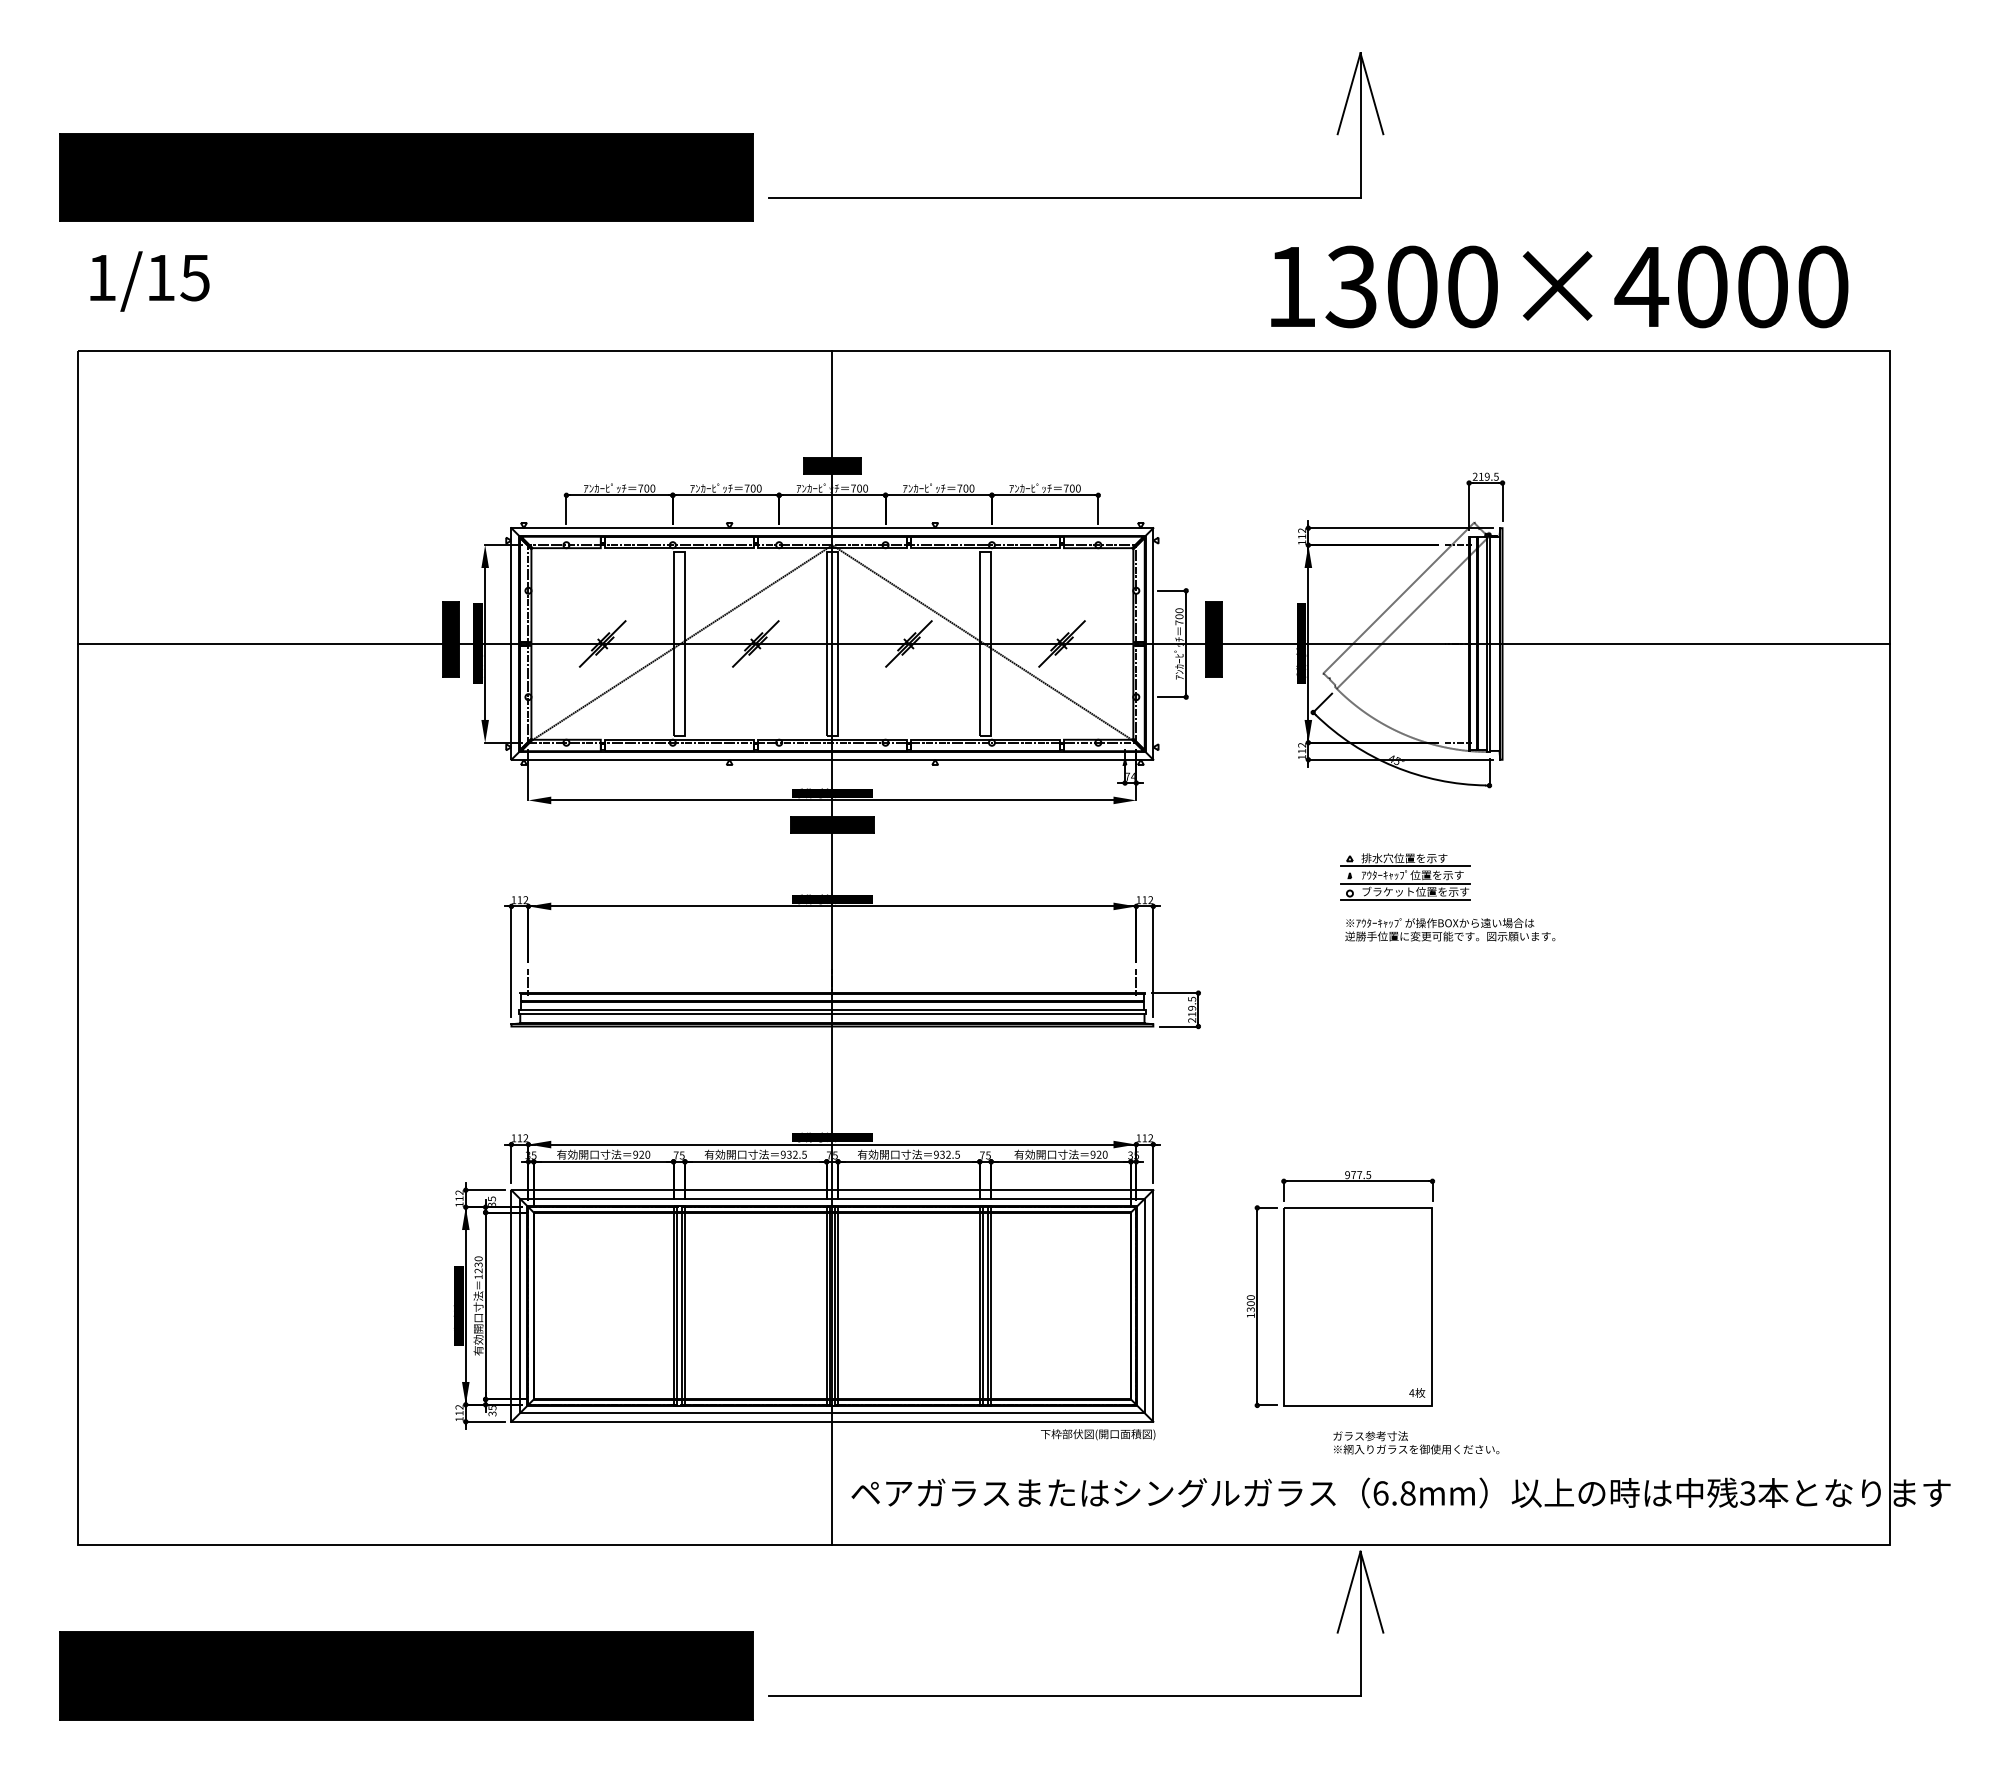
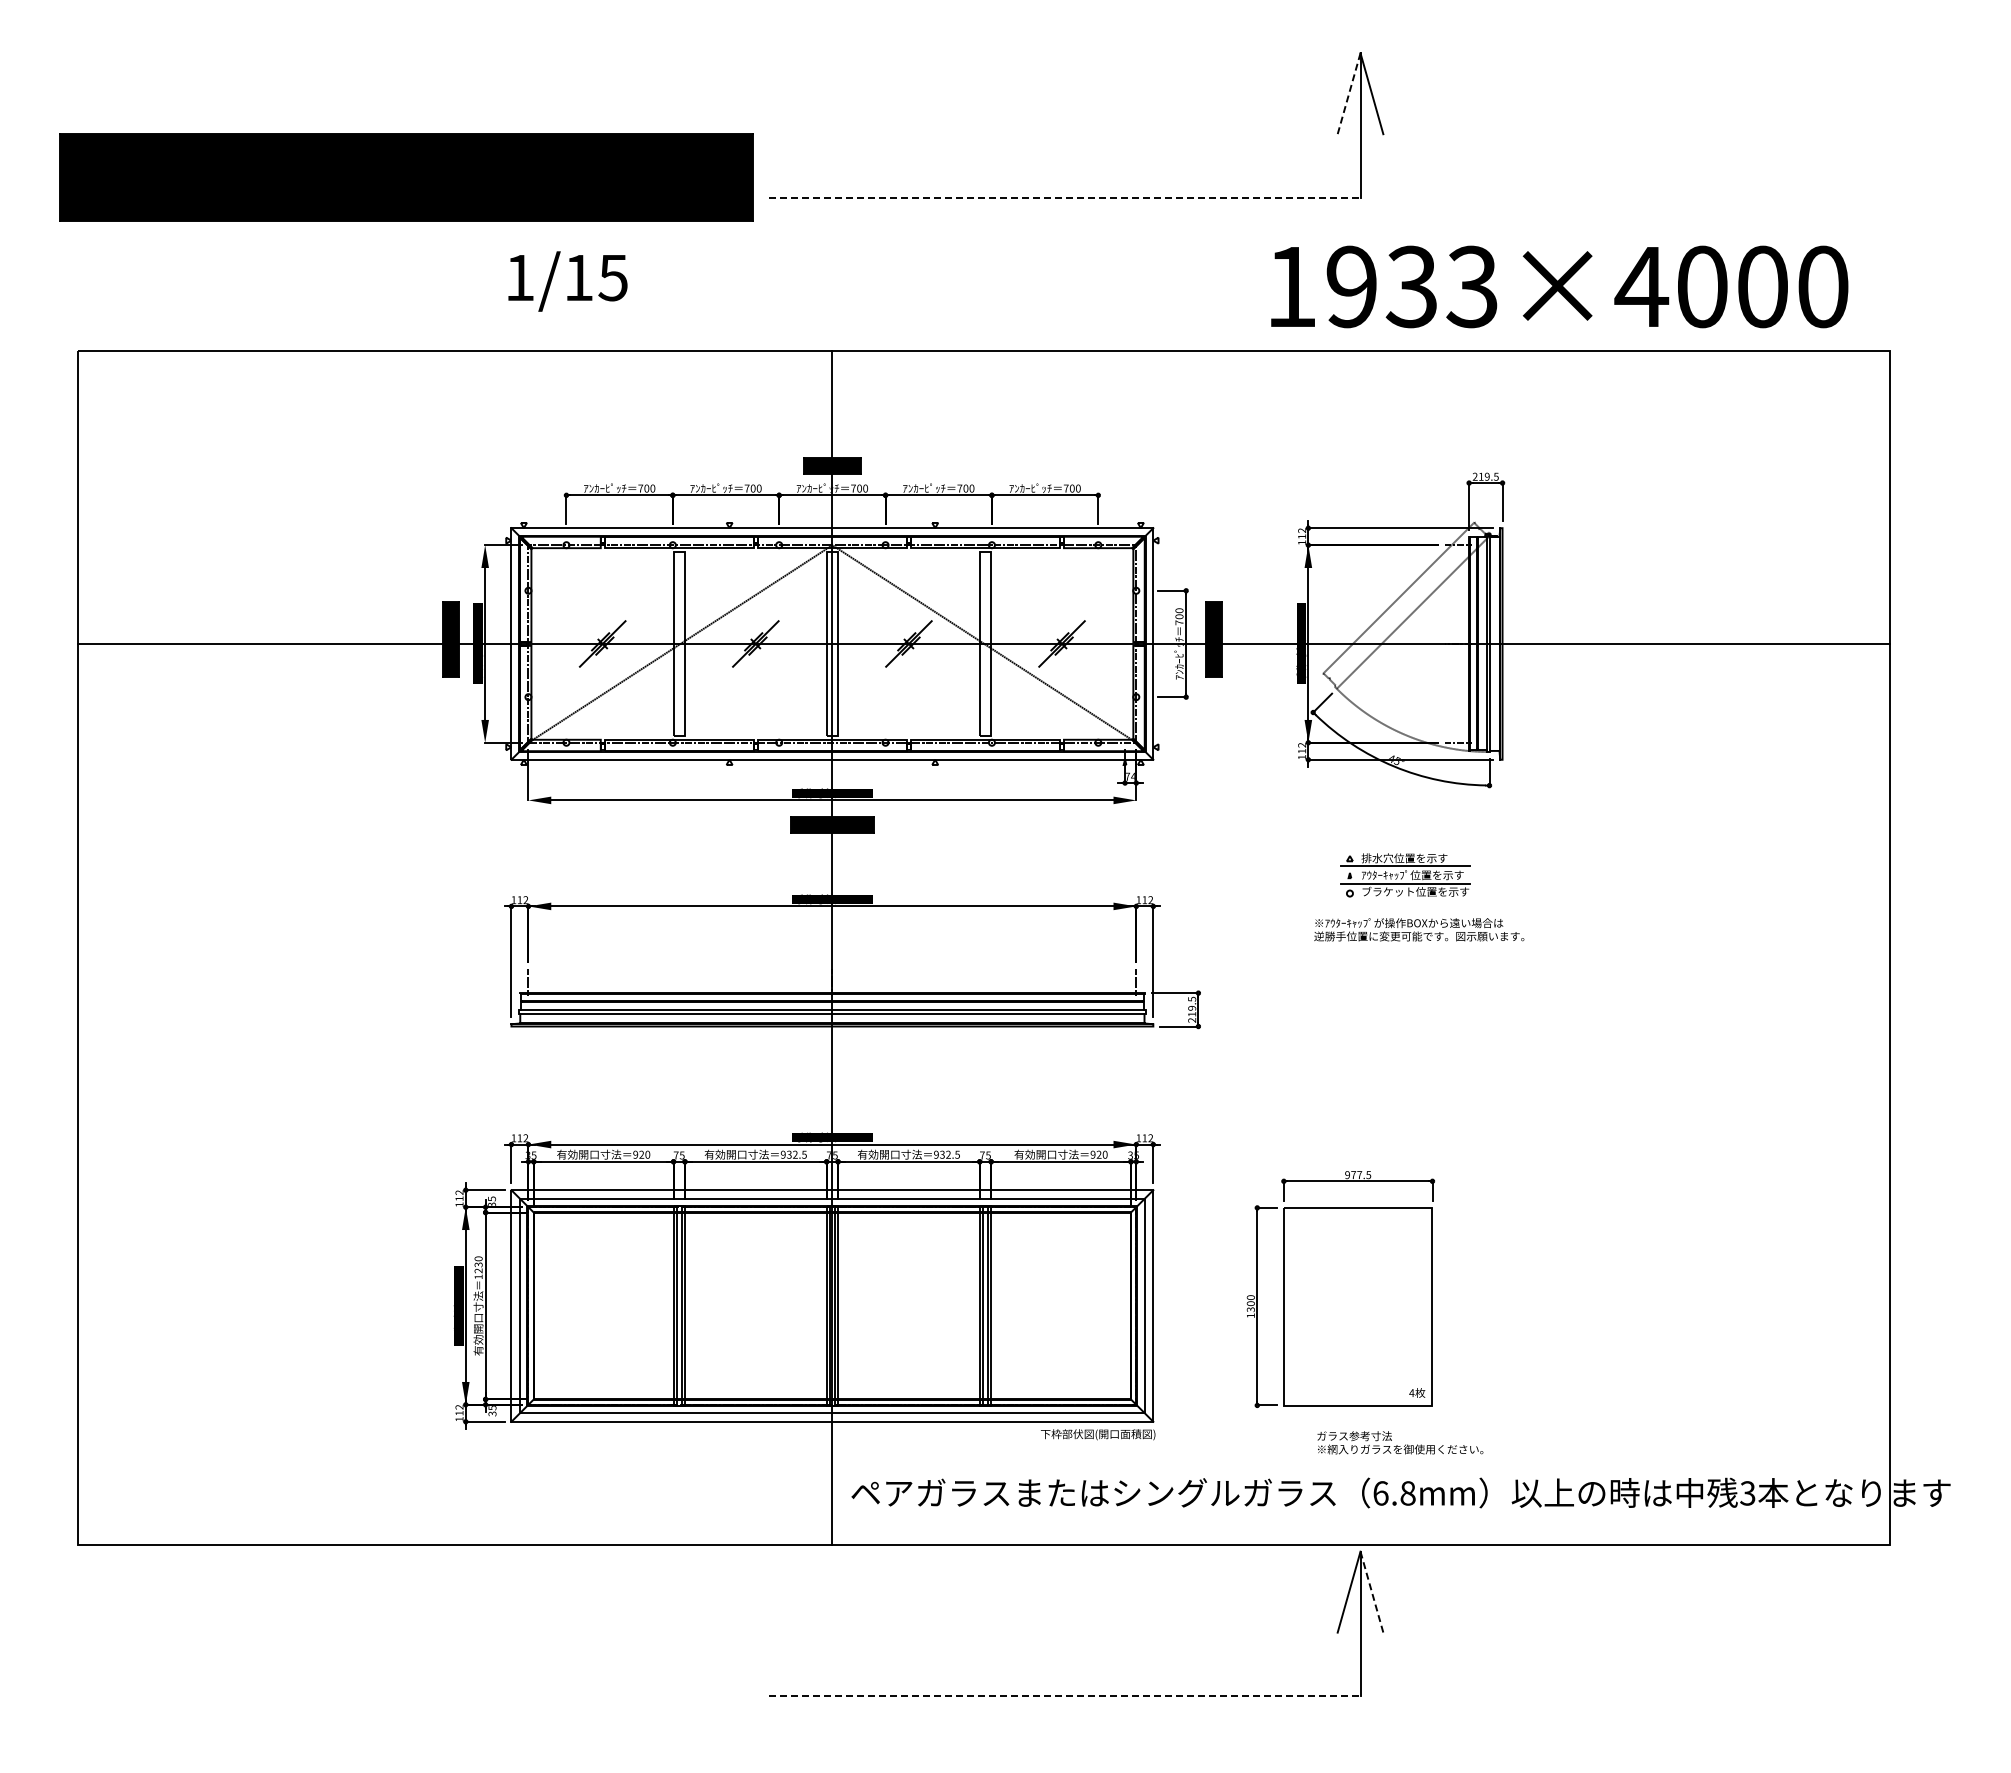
line at (1348, 94): solid -> dashed
line at (1064, 197): solid -> dashed
text at (149, 281) position: (149, 281) -> (567, 281)
text at (1411, 286): 1300×4000 -> 1933×4000
line at (1404, 900): present -> none
text at (1450, 929) position: (1450, 929) -> (1419, 929)
text at (1416, 1442) position: (1416, 1442) -> (1400, 1442)
line at (1372, 1592): solid -> dashed
part at (406, 1675): present -> none
line at (1064, 1696): solid -> dashed
